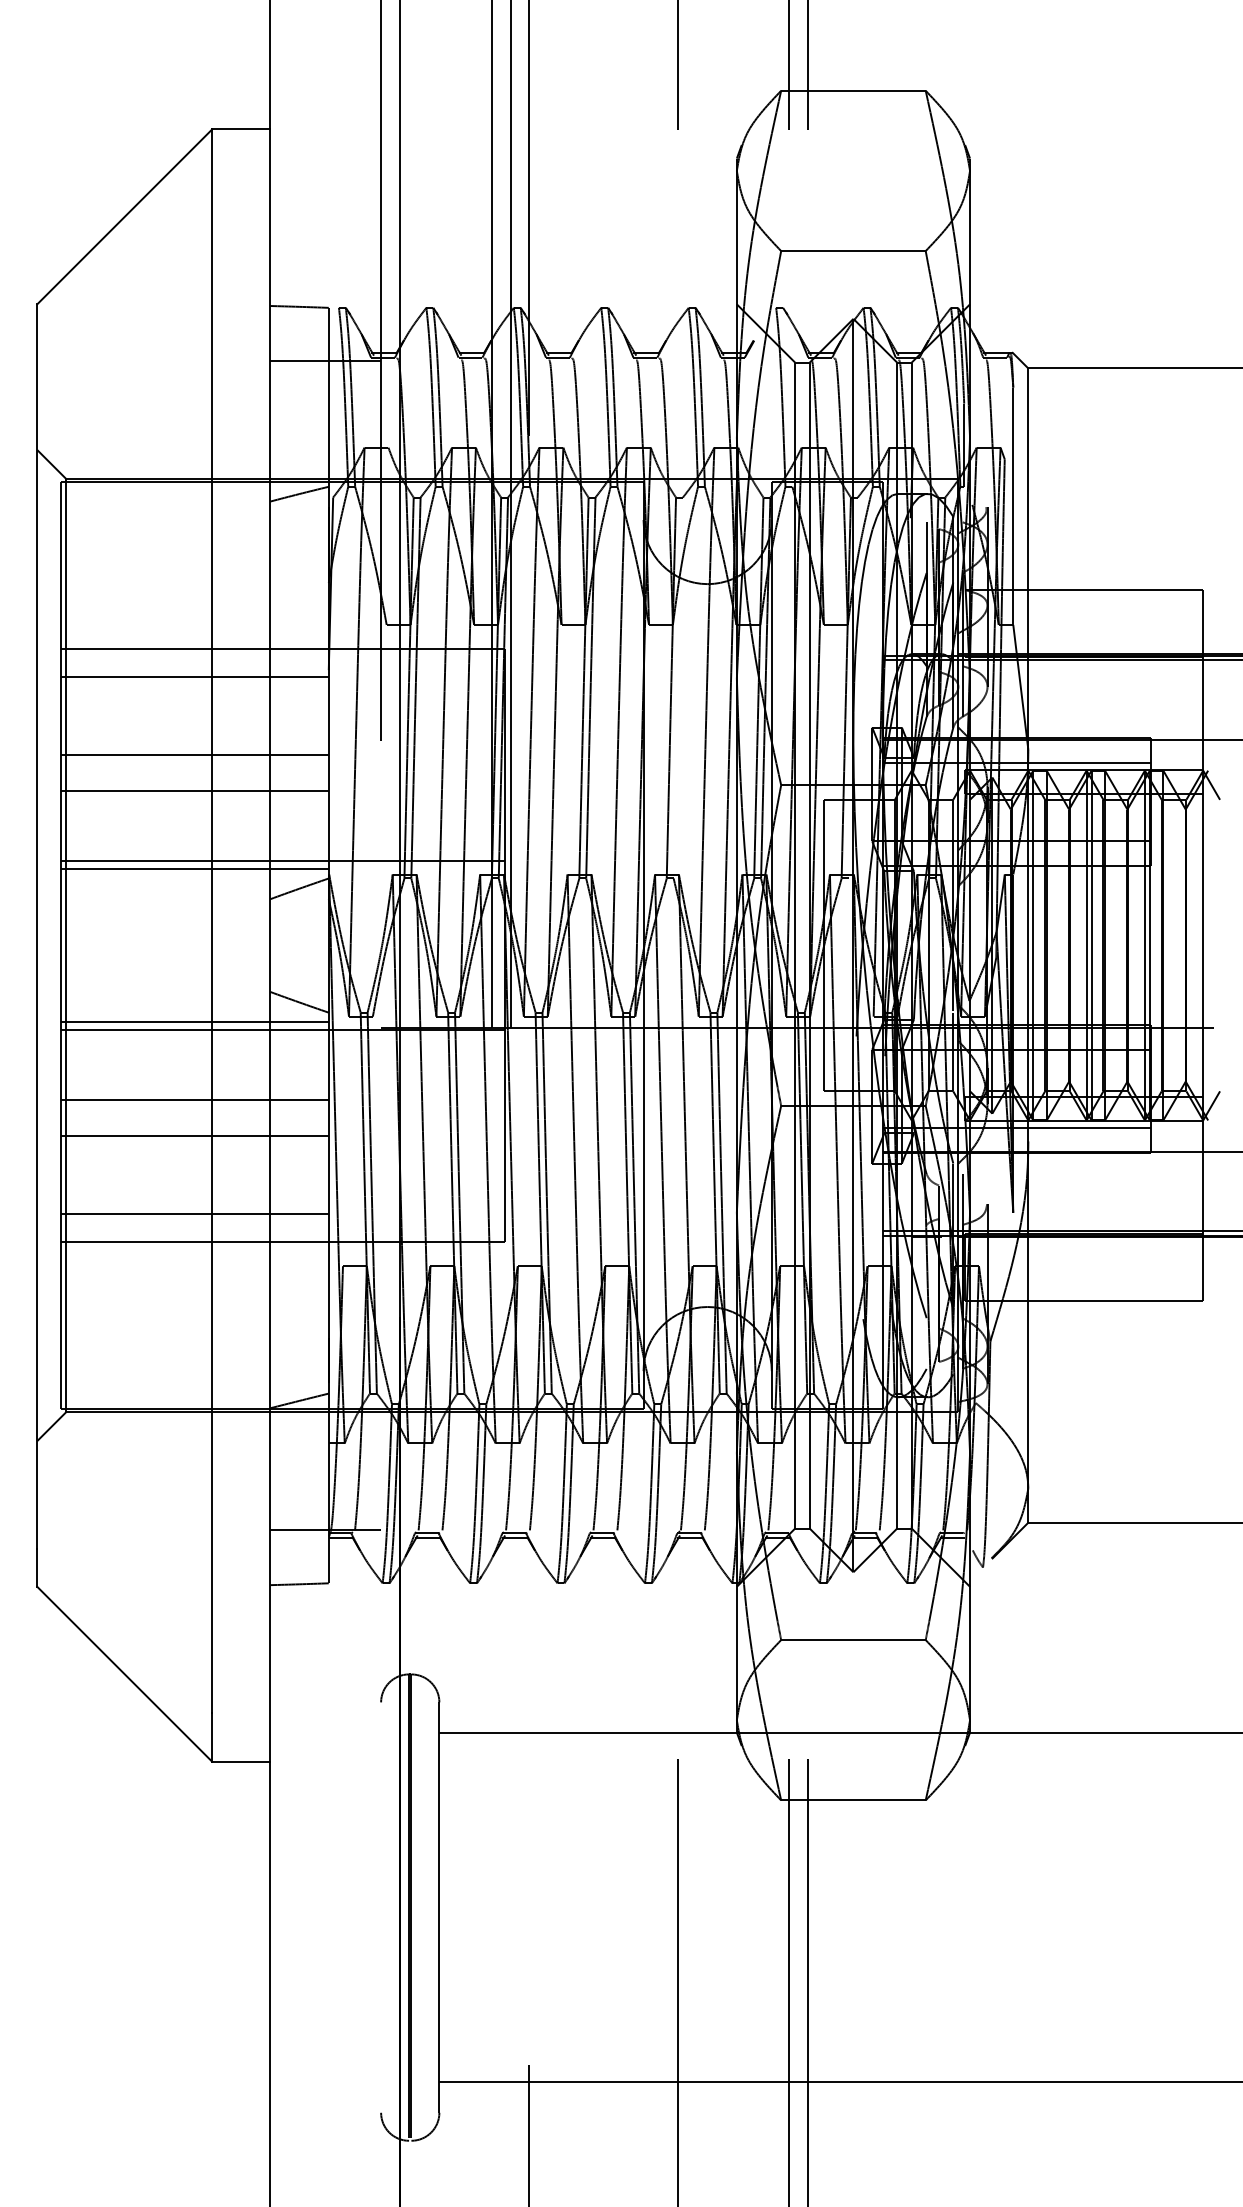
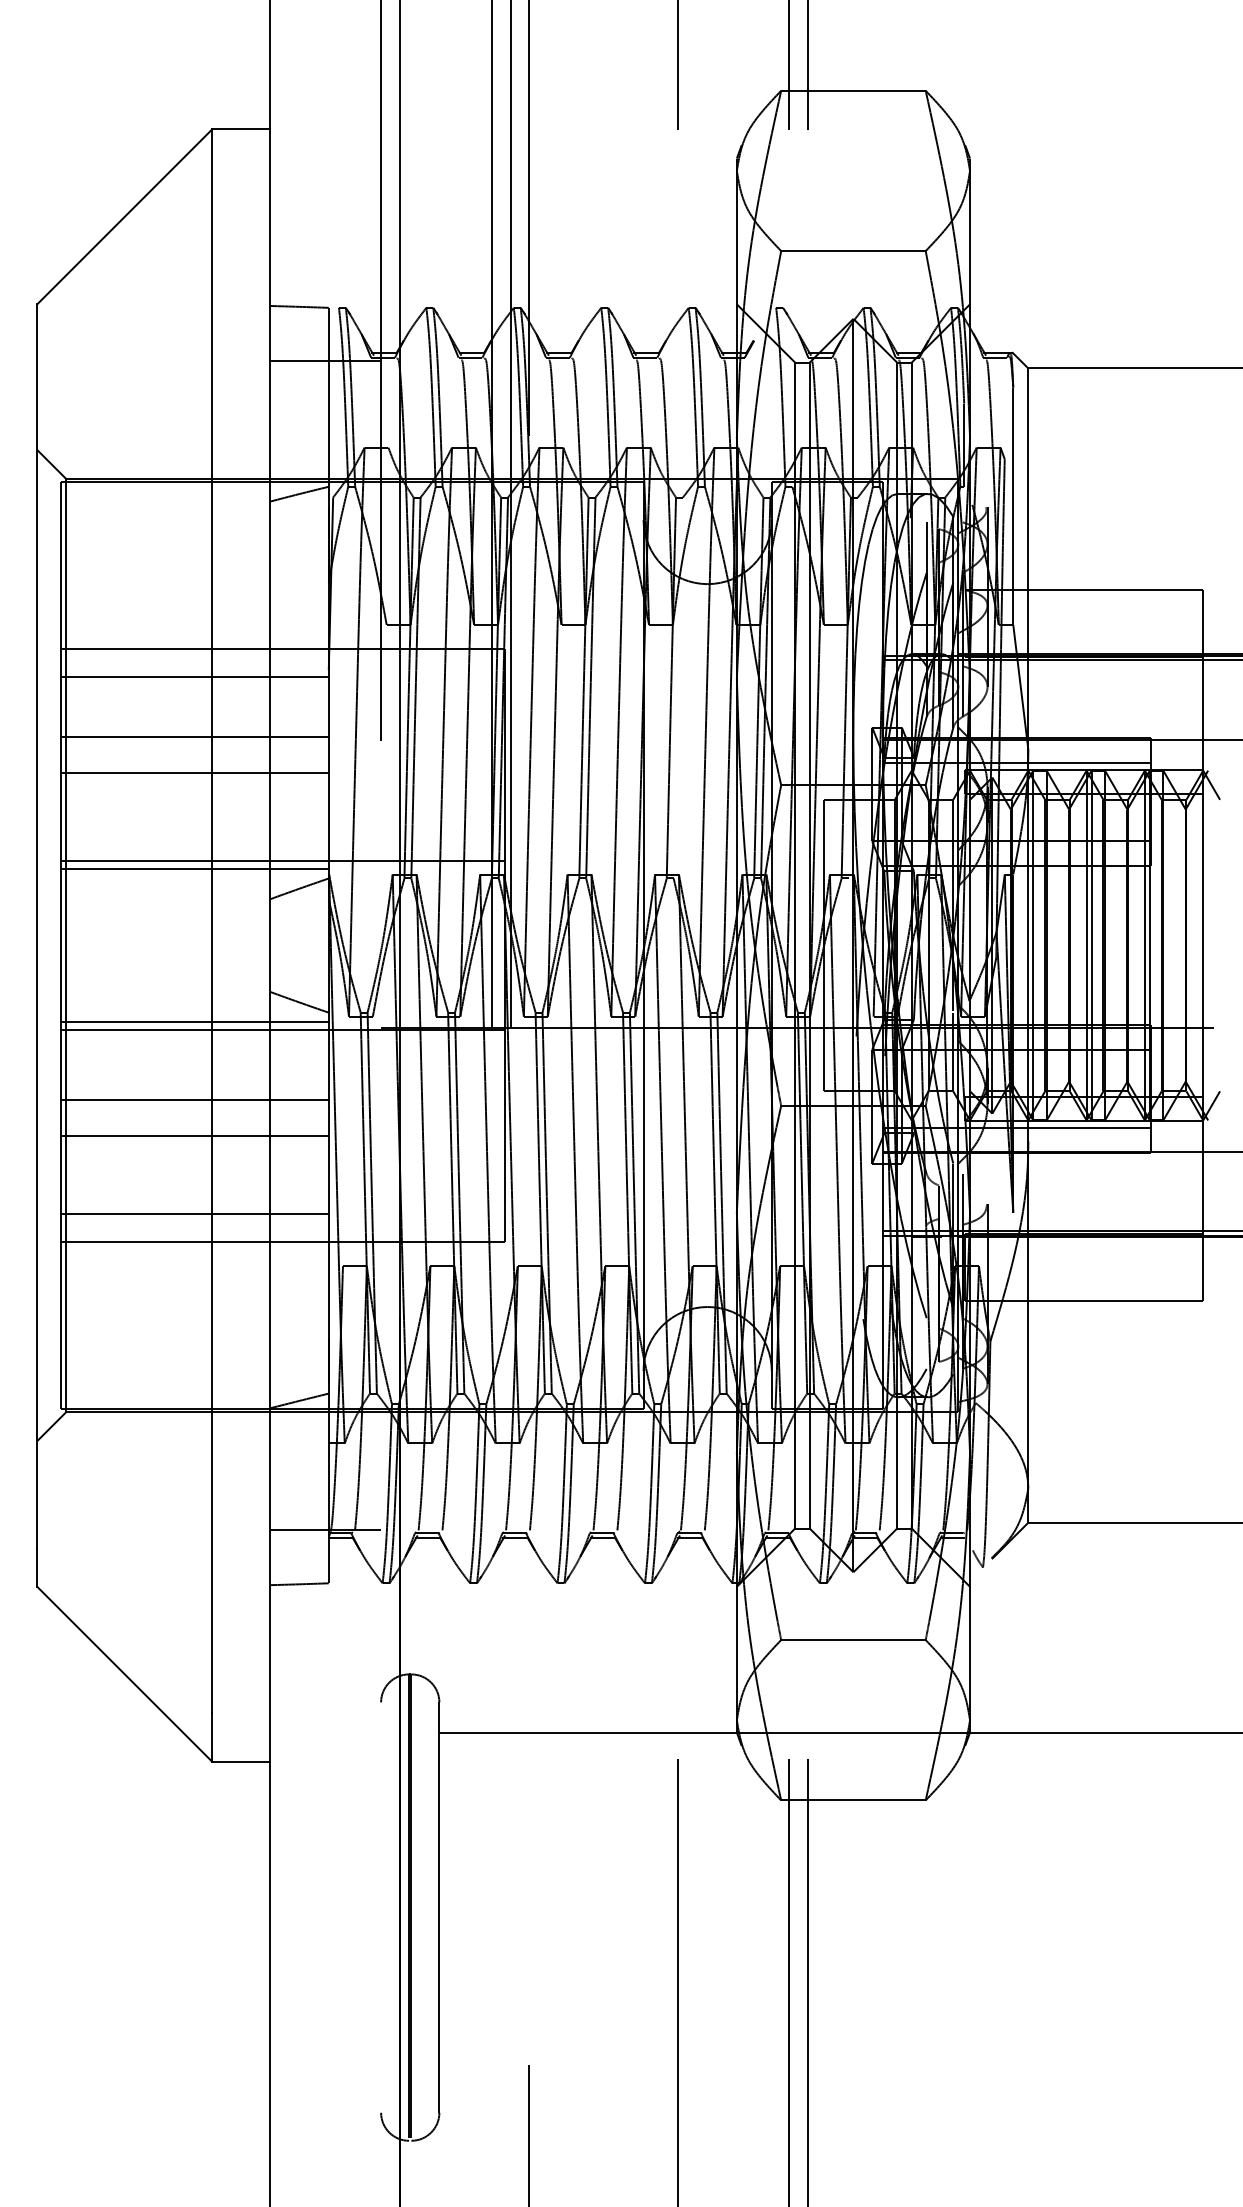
line at (194, 755) position: (194, 755) -> (194, 737)
line at (194, 791) position: (194, 791) -> (194, 773)
line at (839, 2082): present -> none
